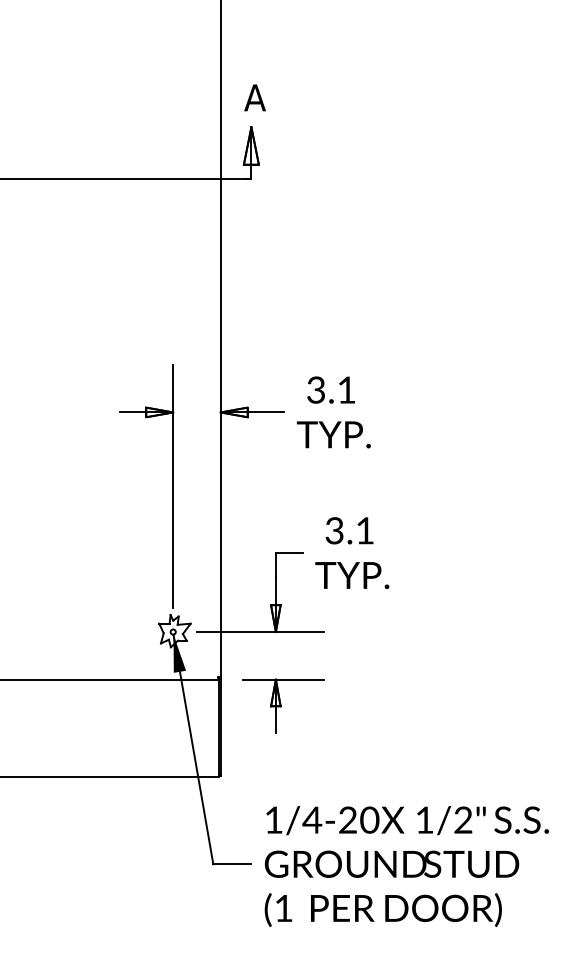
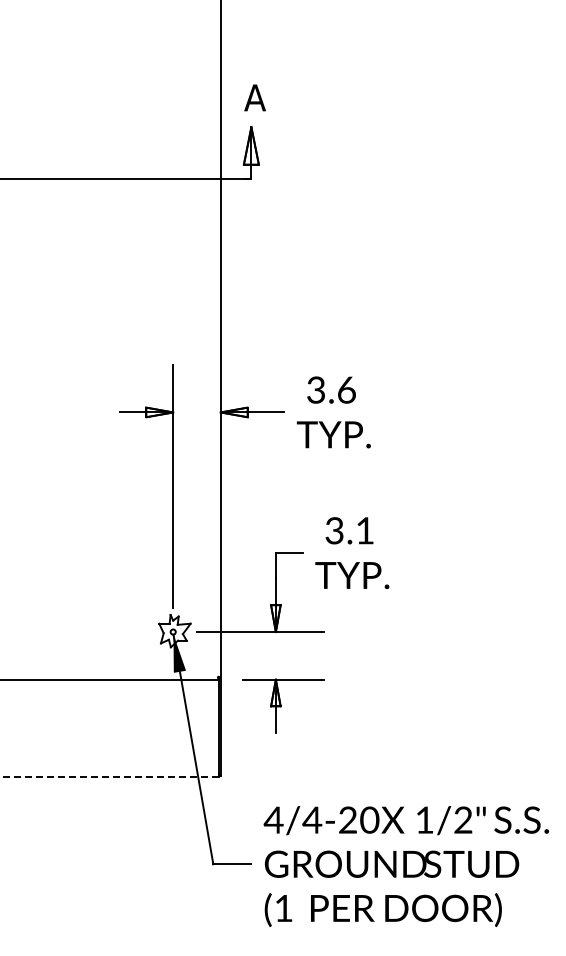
text at (346, 389): 3.1 -> 3.6
line at (109, 777): solid -> dashed
text at (273, 819): 1/4-20 -> 4/4-20
